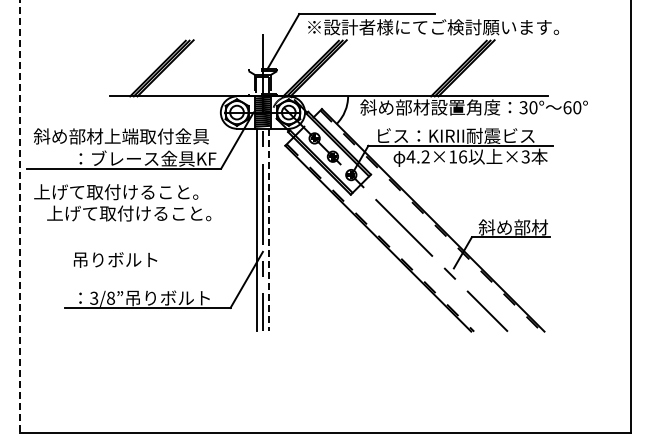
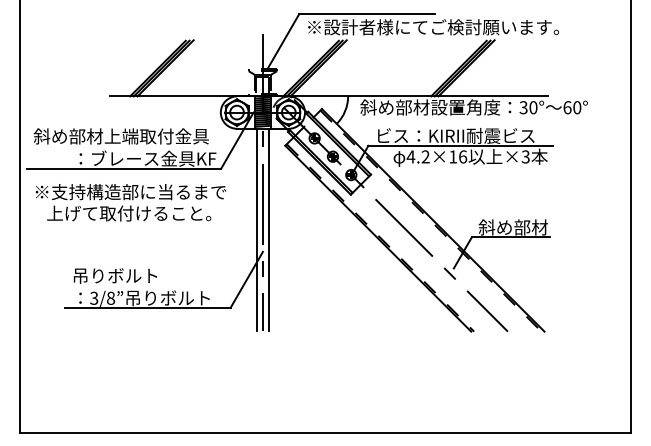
text at (130, 192): 上げて取付けること。 -> ※支持構造部に当るまで
line at (19, 216): dashed -> solid
line at (268, 229): dashed -> solid
text at (115, 259) position: (115, 259) -> (115, 275)
